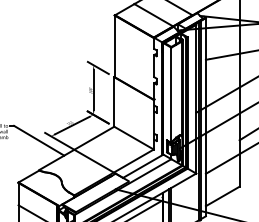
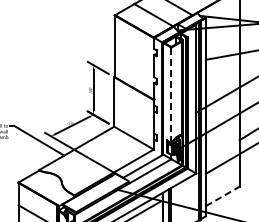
line at (171, 95): solid -> dashed
line at (223, 196): solid -> dashed
